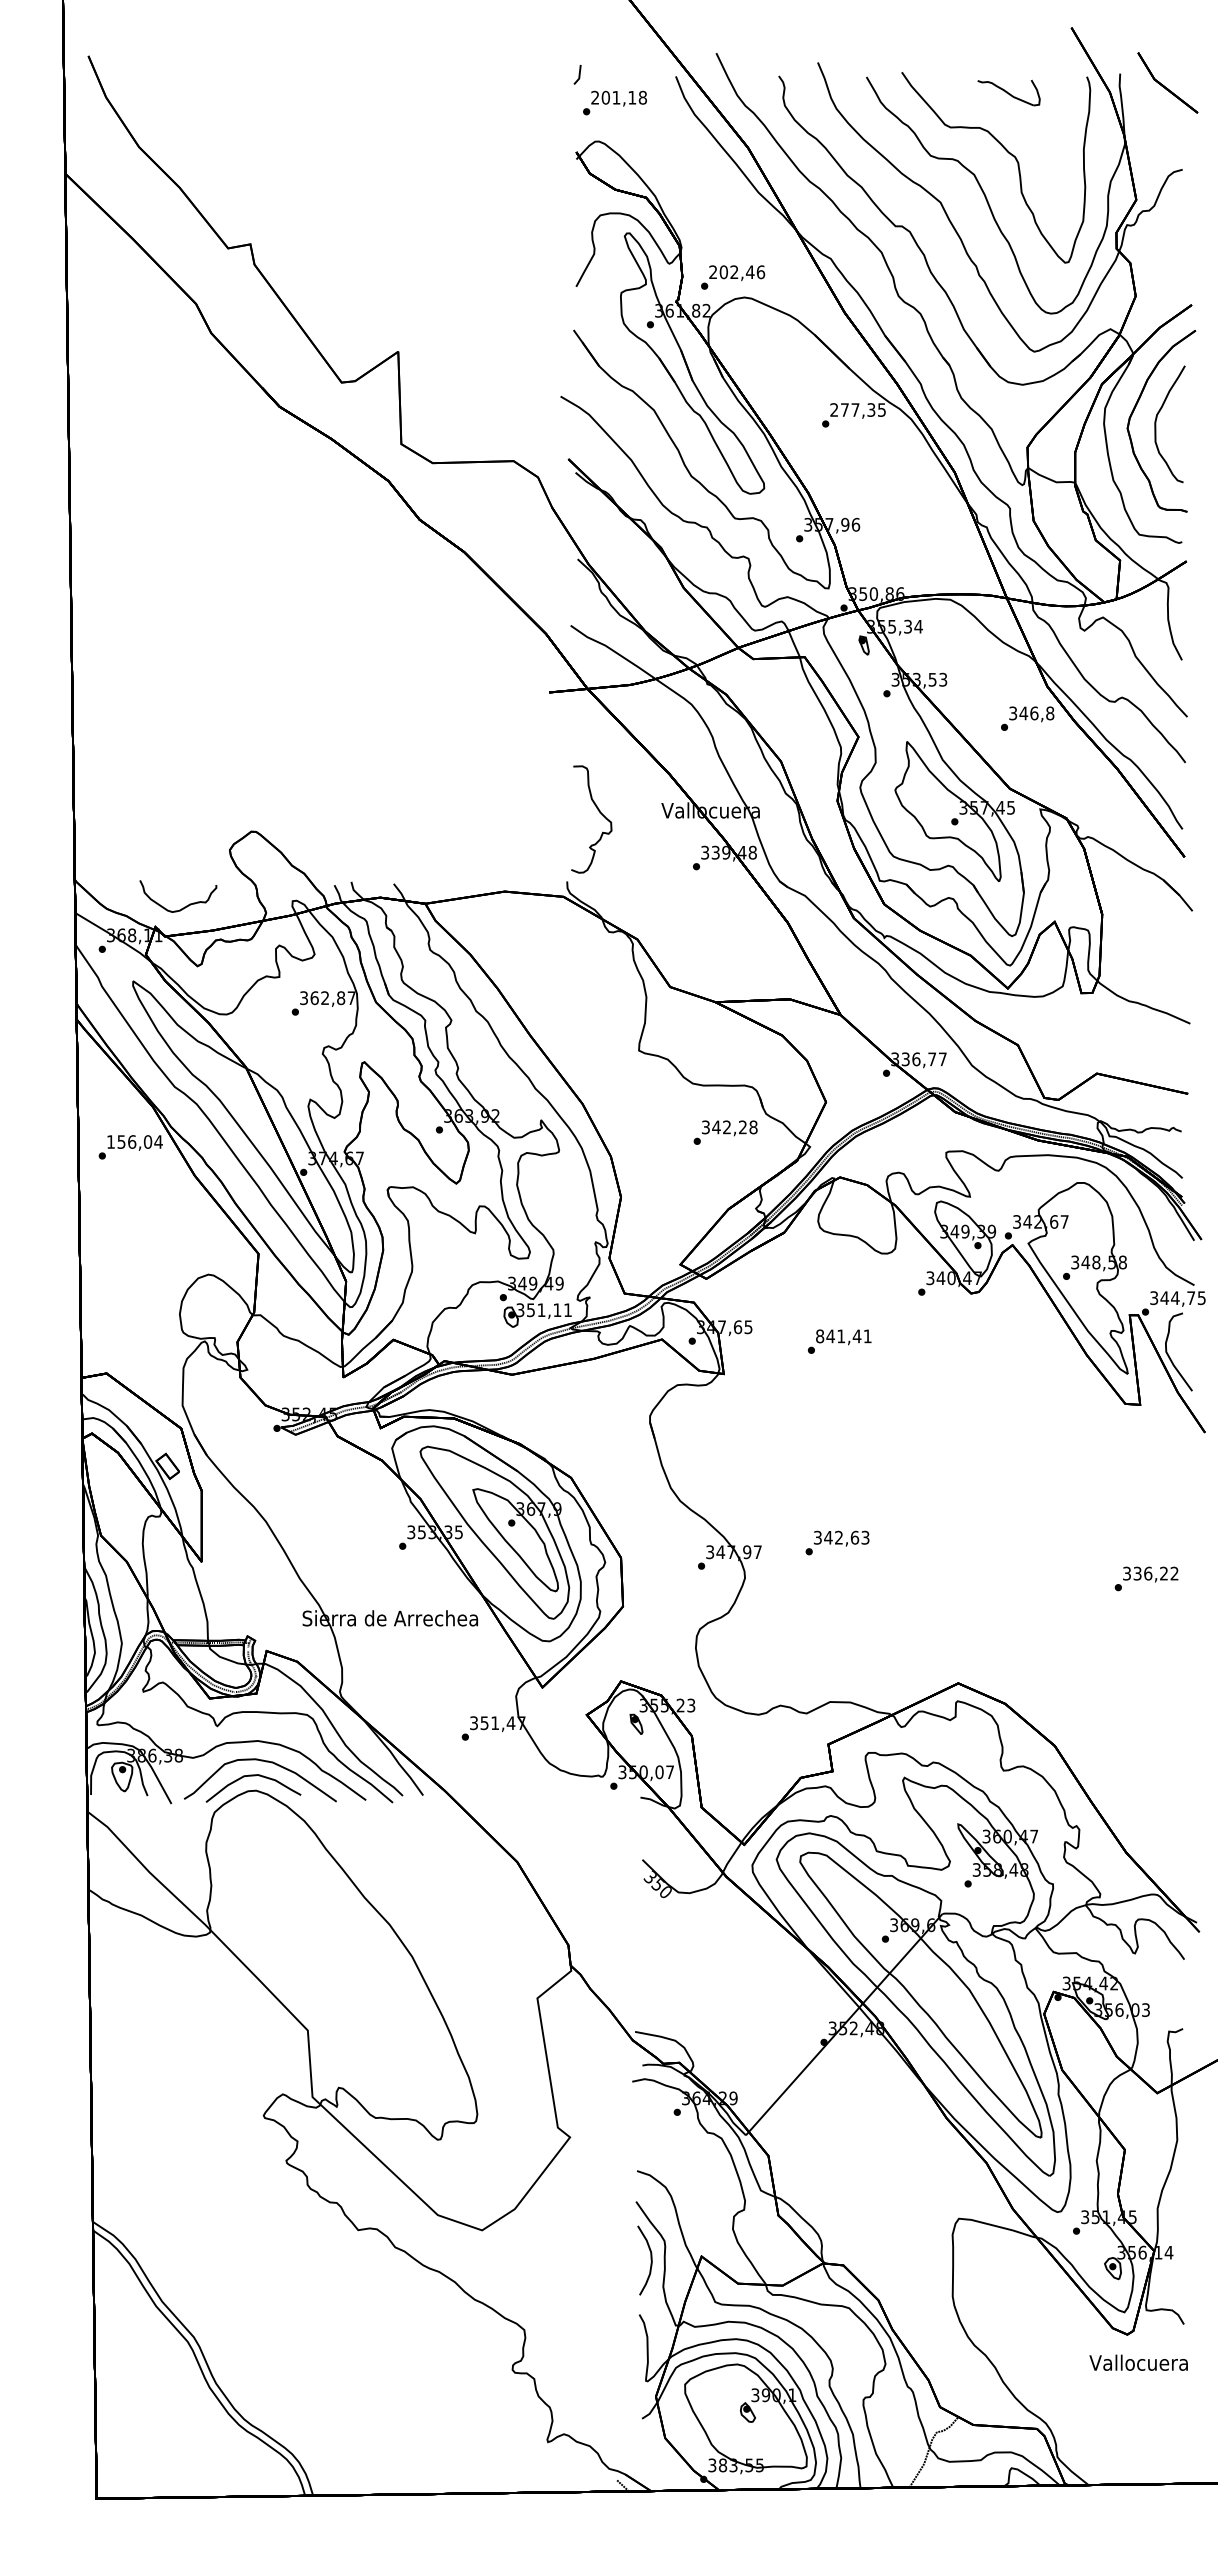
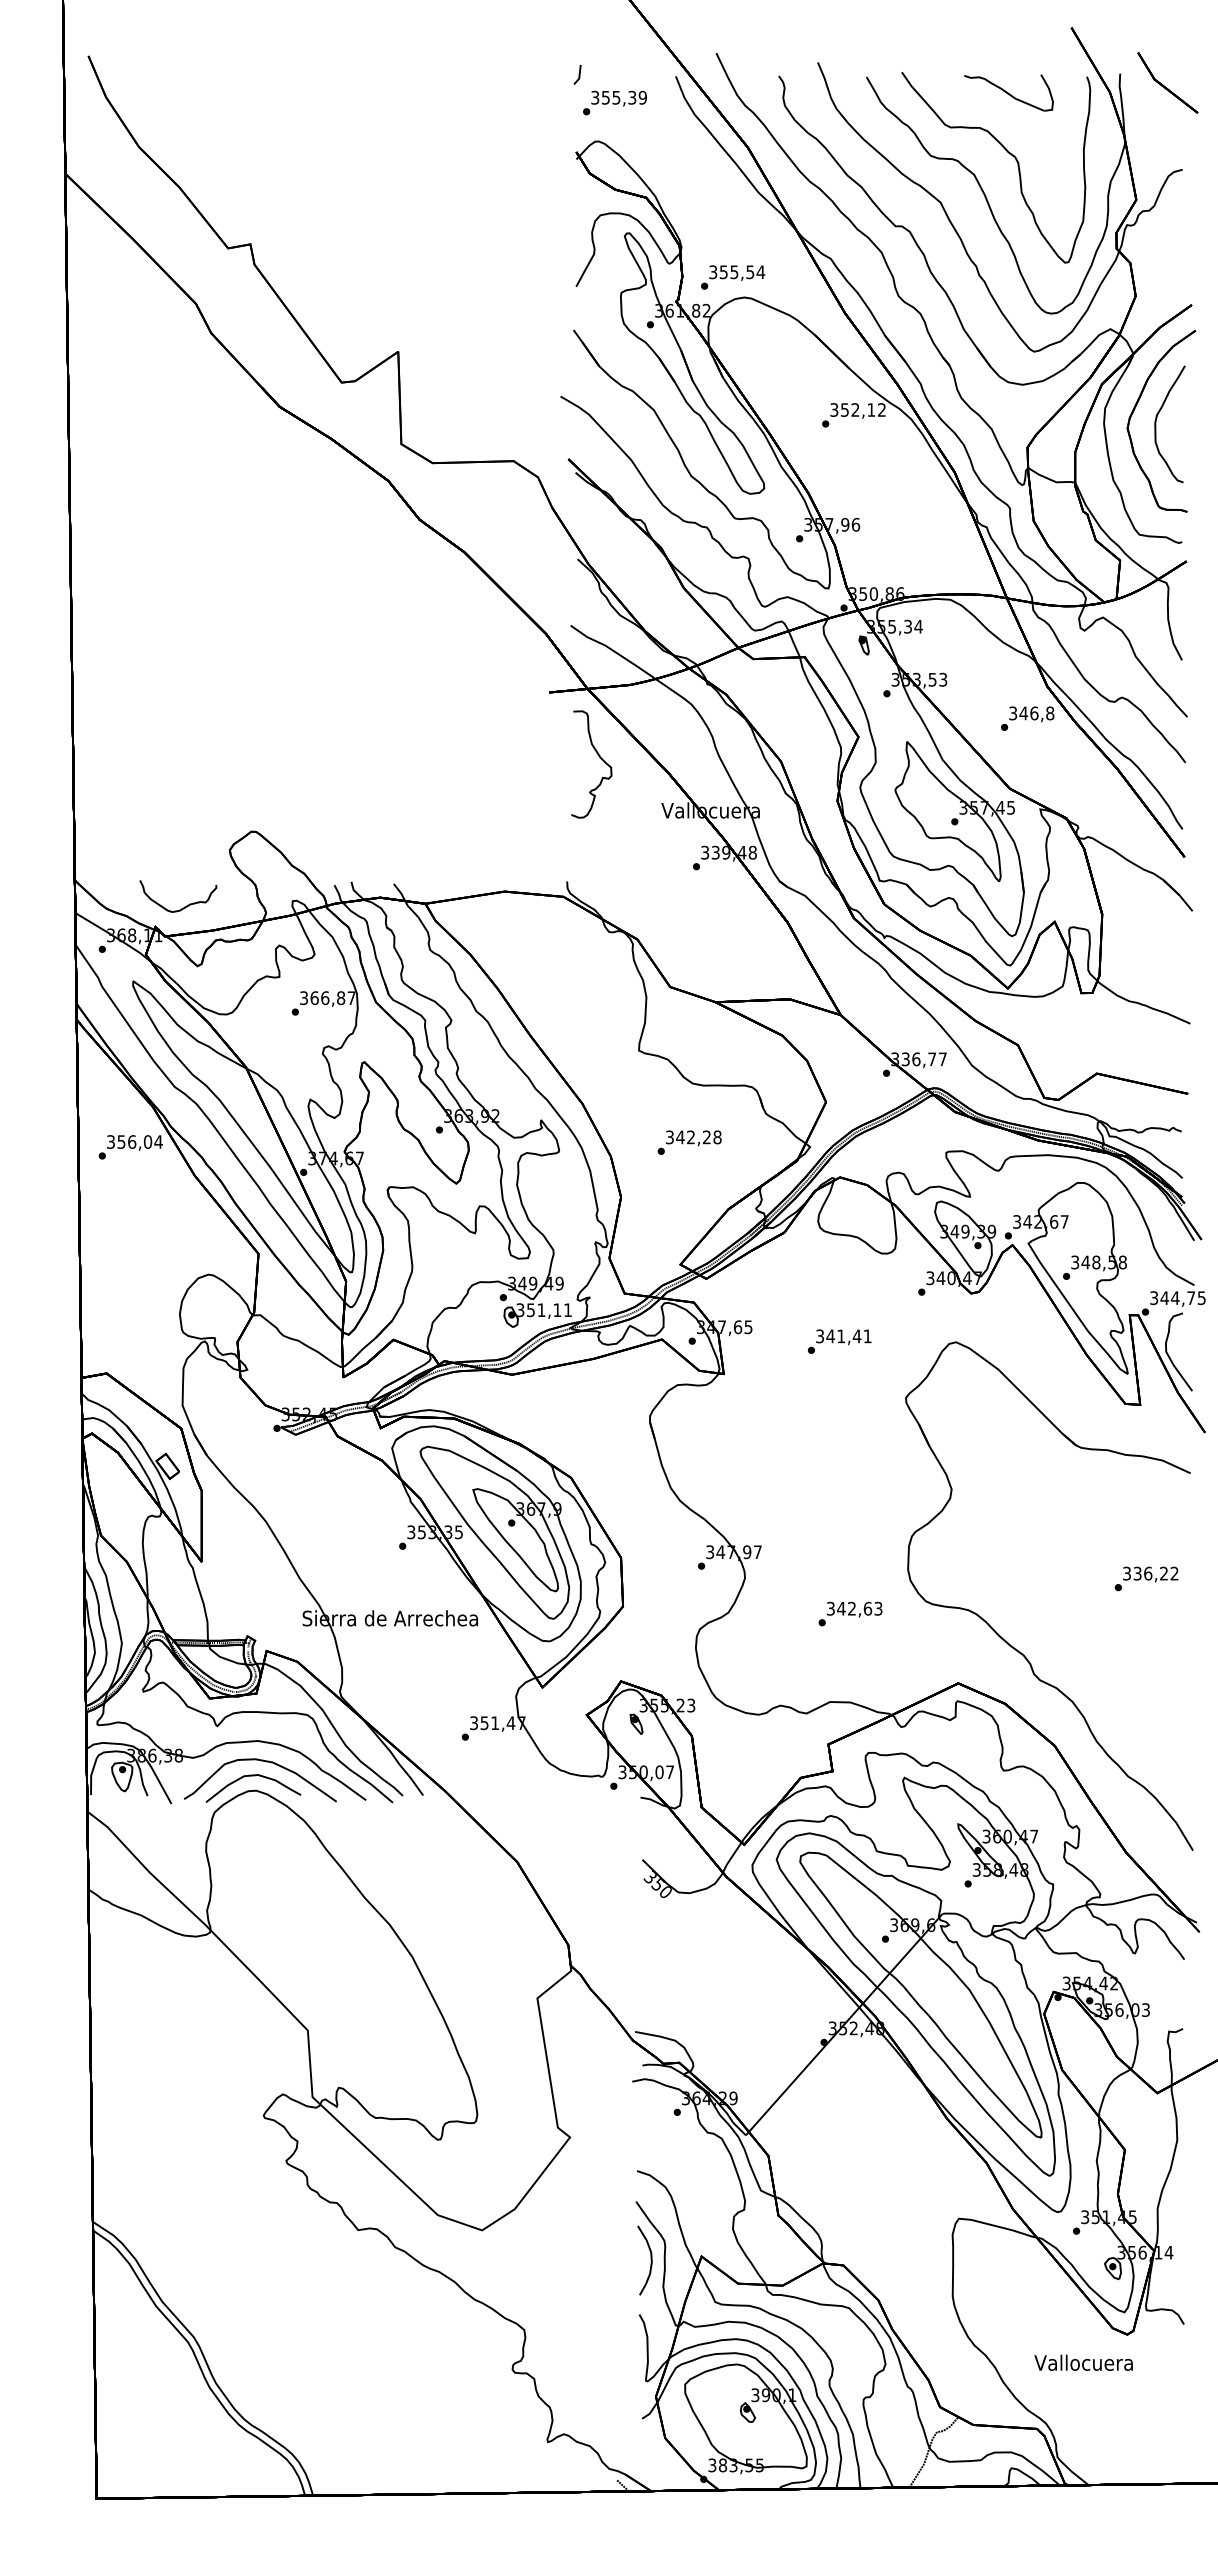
part at (1008, 93) size: 64x27 px -> 90x38 px
text at (618, 97): 201,18 -> 355,39
text at (737, 272): 202,46 -> 355,54
text at (857, 409): 277,35 -> 352,12
curve at (598, 811) position: (598, 811) -> (598, 756)
text at (325, 998): 362,87 -> 366,87
text at (725, 1132) position: (725, 1132) -> (689, 1142)
text at (110, 1141): 156,04 -> 356,04
text at (820, 1336): 841,41 -> 341,41
text at (837, 1542) position: (837, 1542) -> (850, 1613)
part at (1007, 1641): none -> present
text at (1138, 2362) position: (1138, 2362) -> (1083, 2362)
